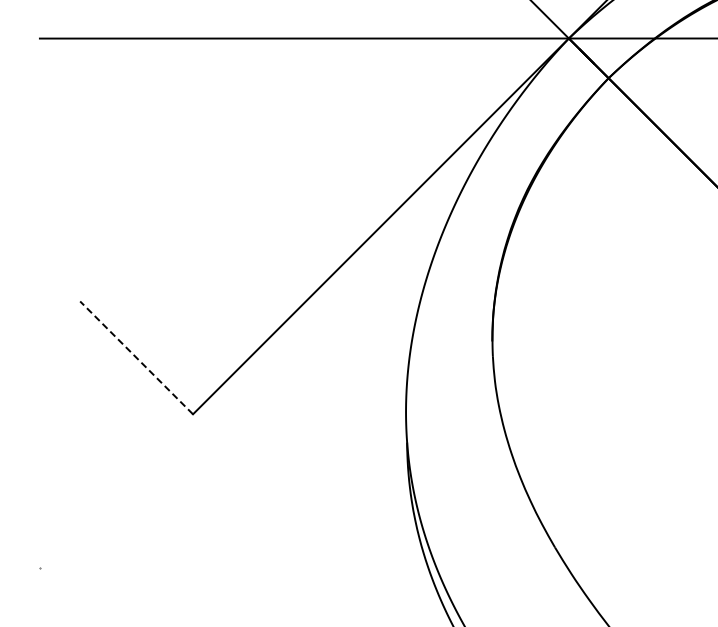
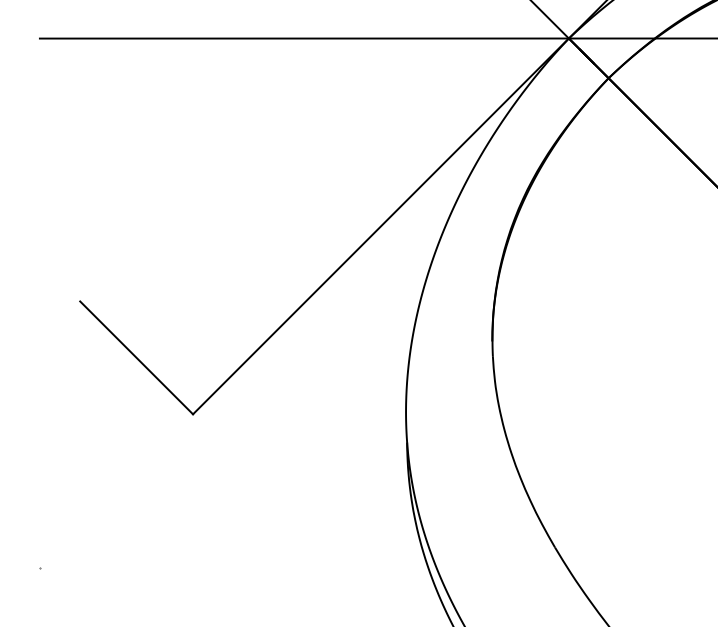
line at (136, 357): dashed -> solid
